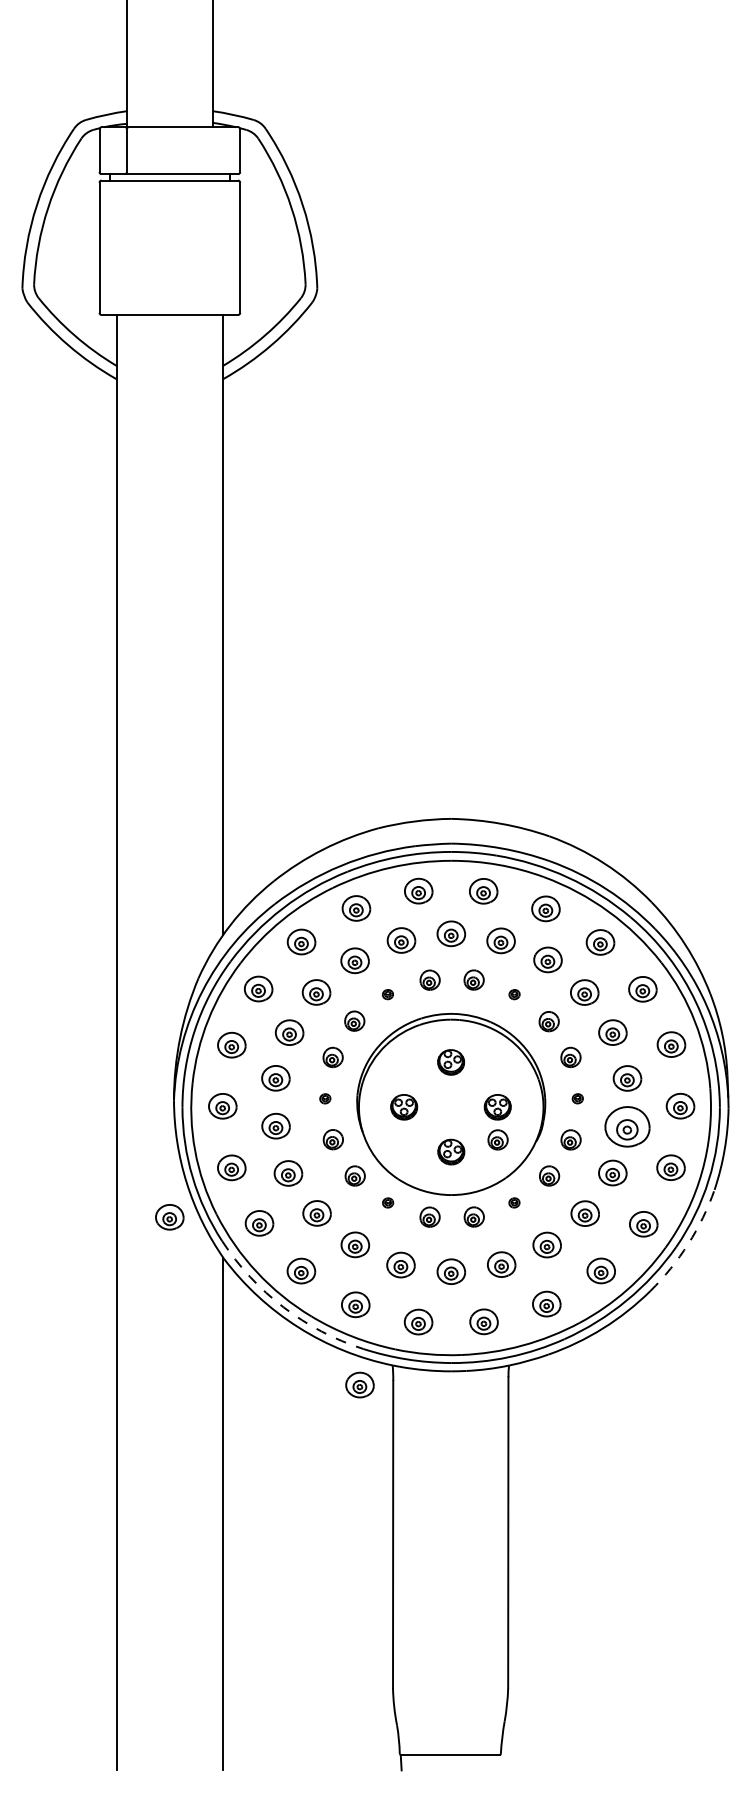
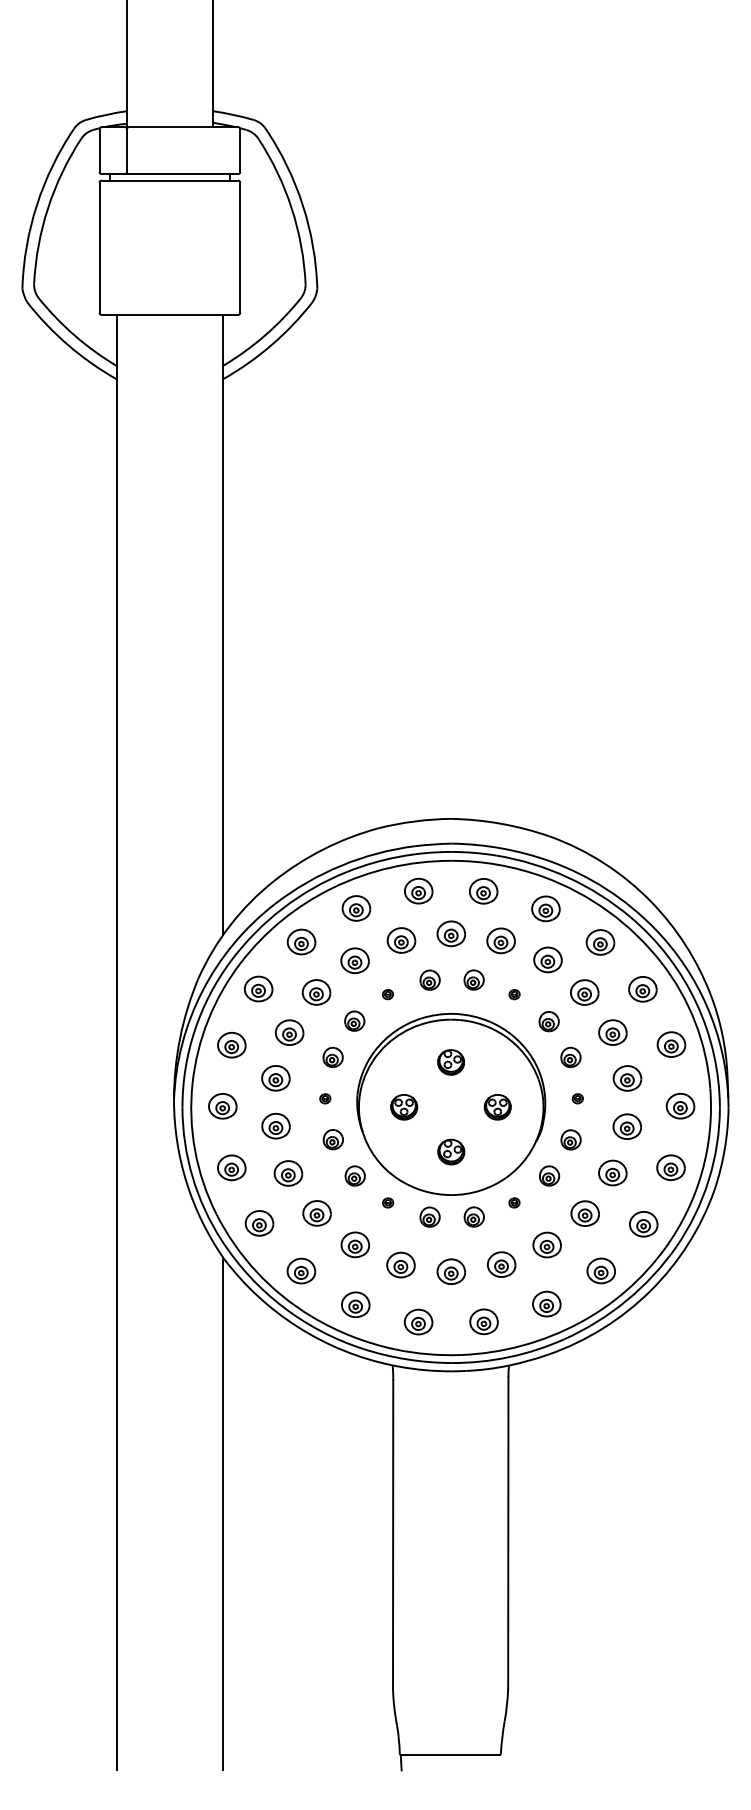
part at (627, 1126) size: 47x42 px -> 30x27 px
part at (497, 1139): present -> none
part at (169, 1217): present -> none
arc at (688, 1244): dashed -> solid
arc at (283, 1307): dashed -> solid
part at (359, 1384): present -> none
